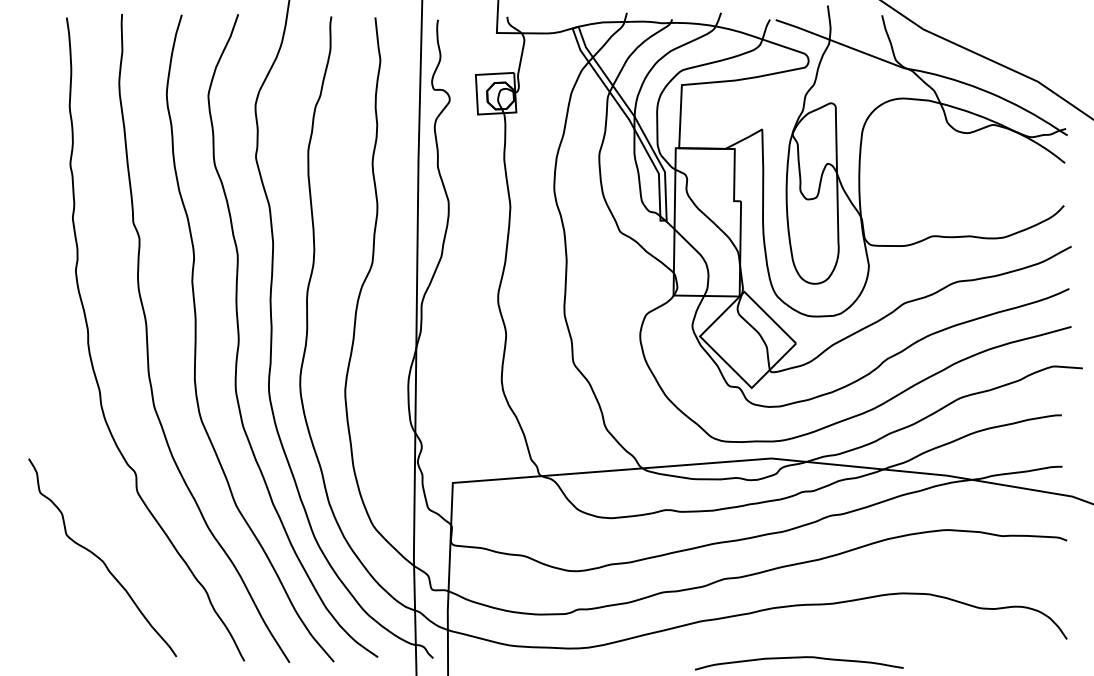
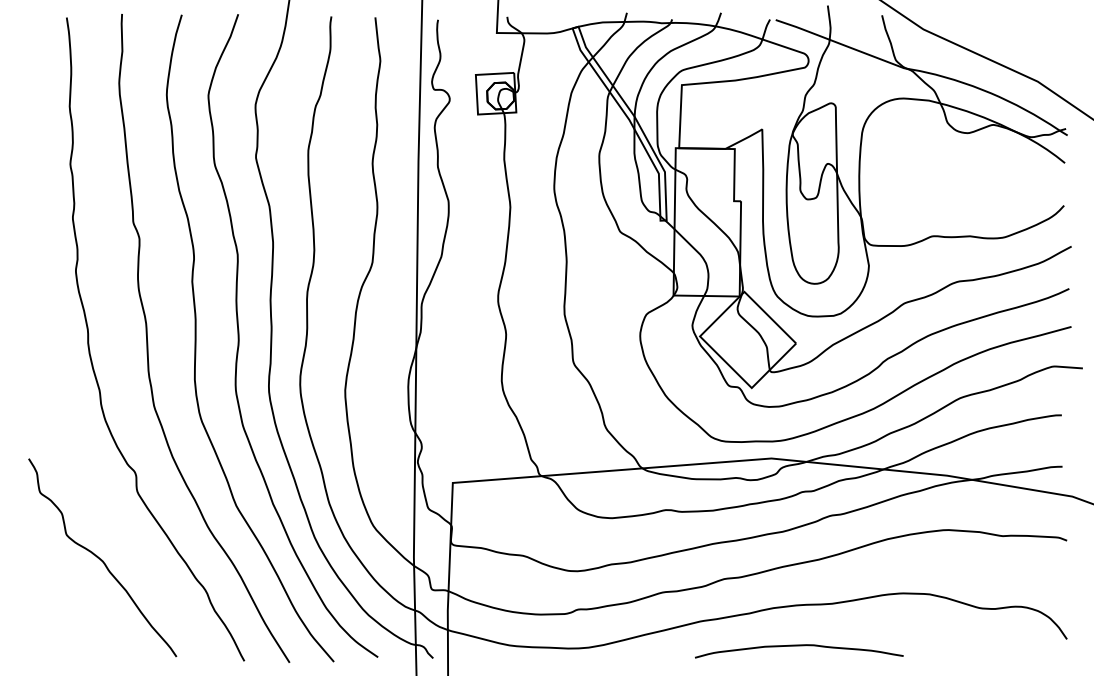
curve at (799, 658) position: (799, 658) -> (799, 646)
